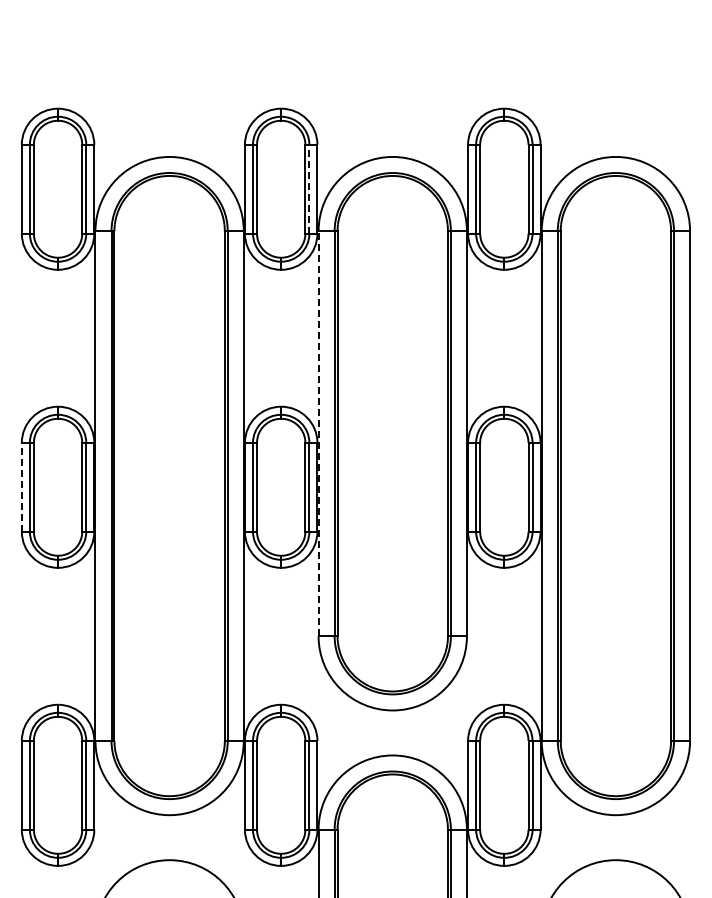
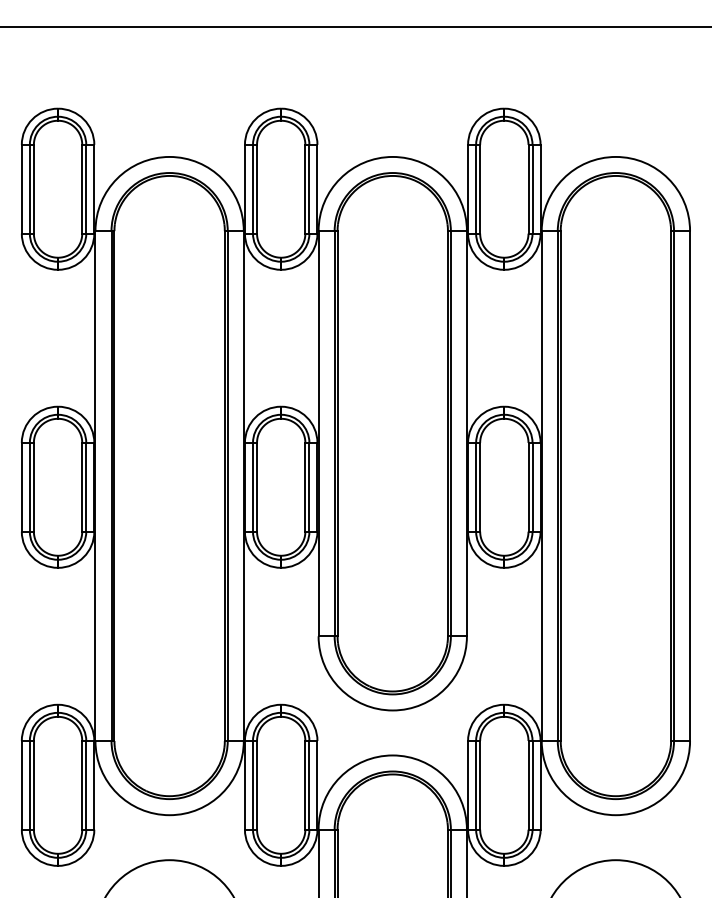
line at (355, 26): none -> present
line at (309, 188): dashed -> solid
line at (318, 433): dashed -> solid
line at (21, 486): dashed -> solid
